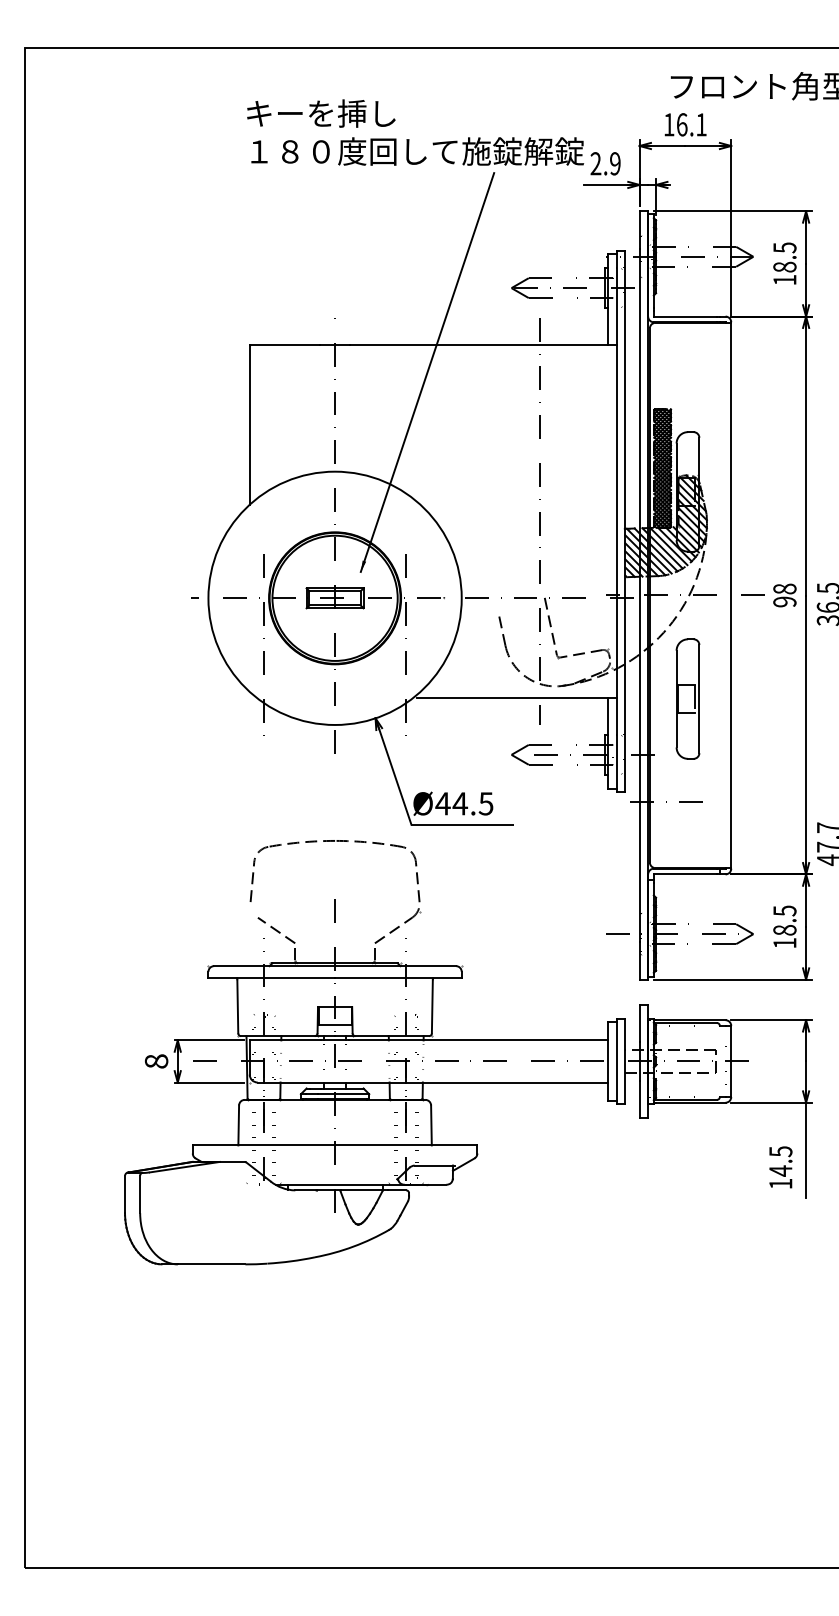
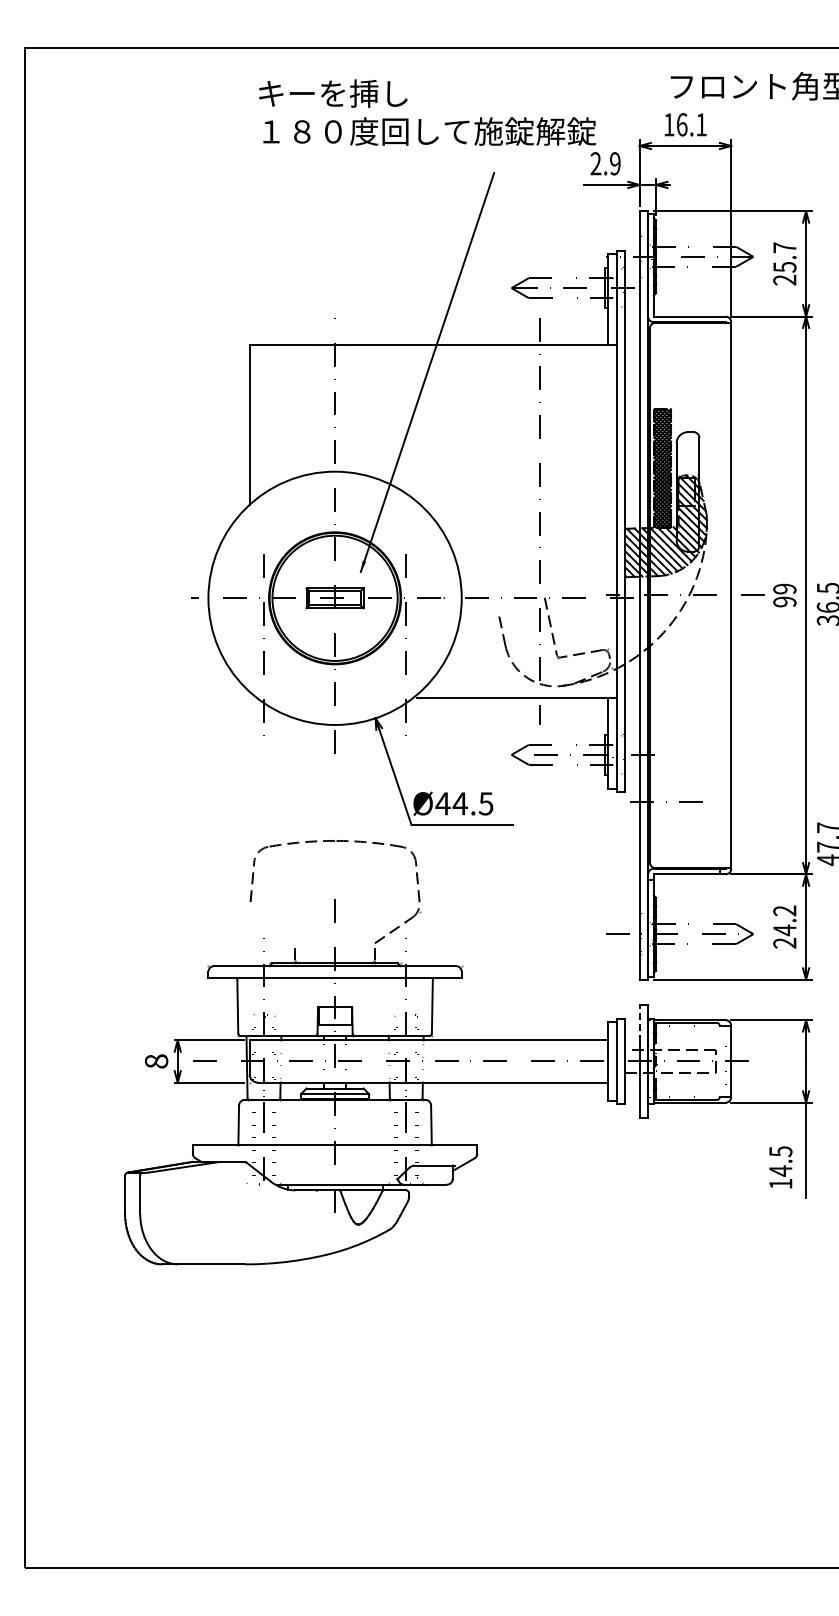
text at (415, 132) position: (415, 132) -> (427, 112)
text at (784, 263): 18.5 -> 25.7
text at (784, 588): 98 -> 99
part at (687, 698): present -> none
text at (784, 926): 18.5 -> 24.2
line at (276, 930): present -> none
line at (639, 1023): solid -> dashed
